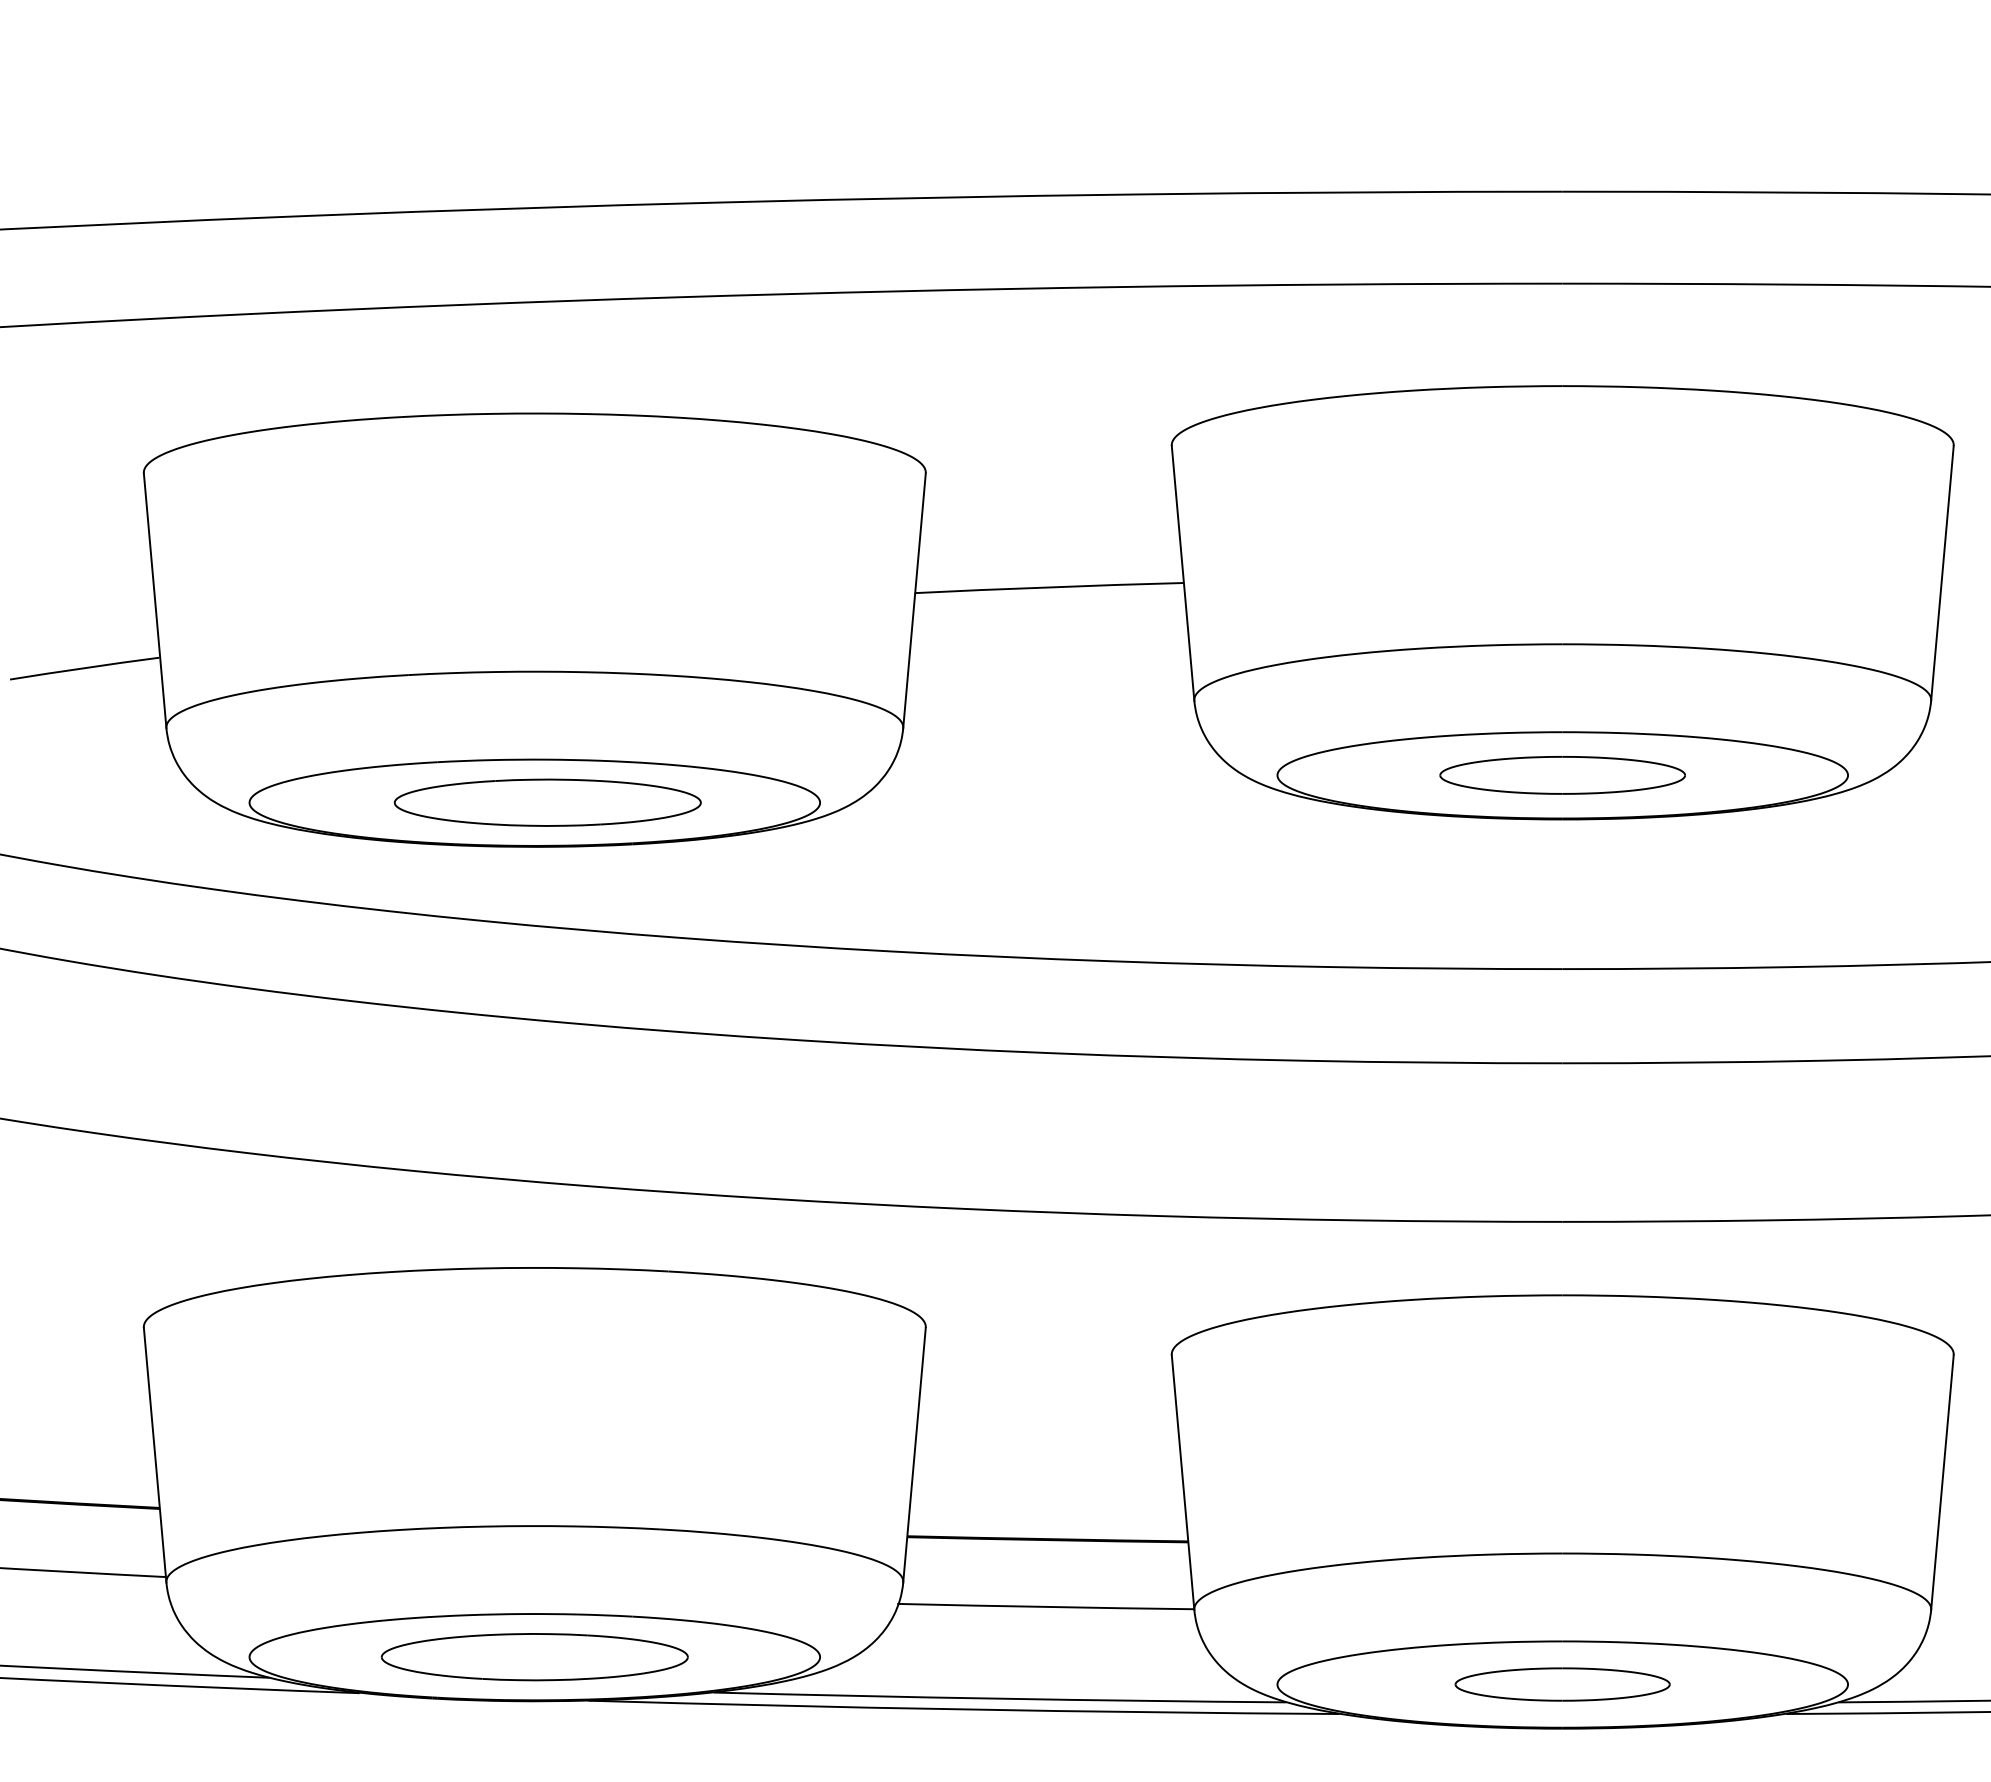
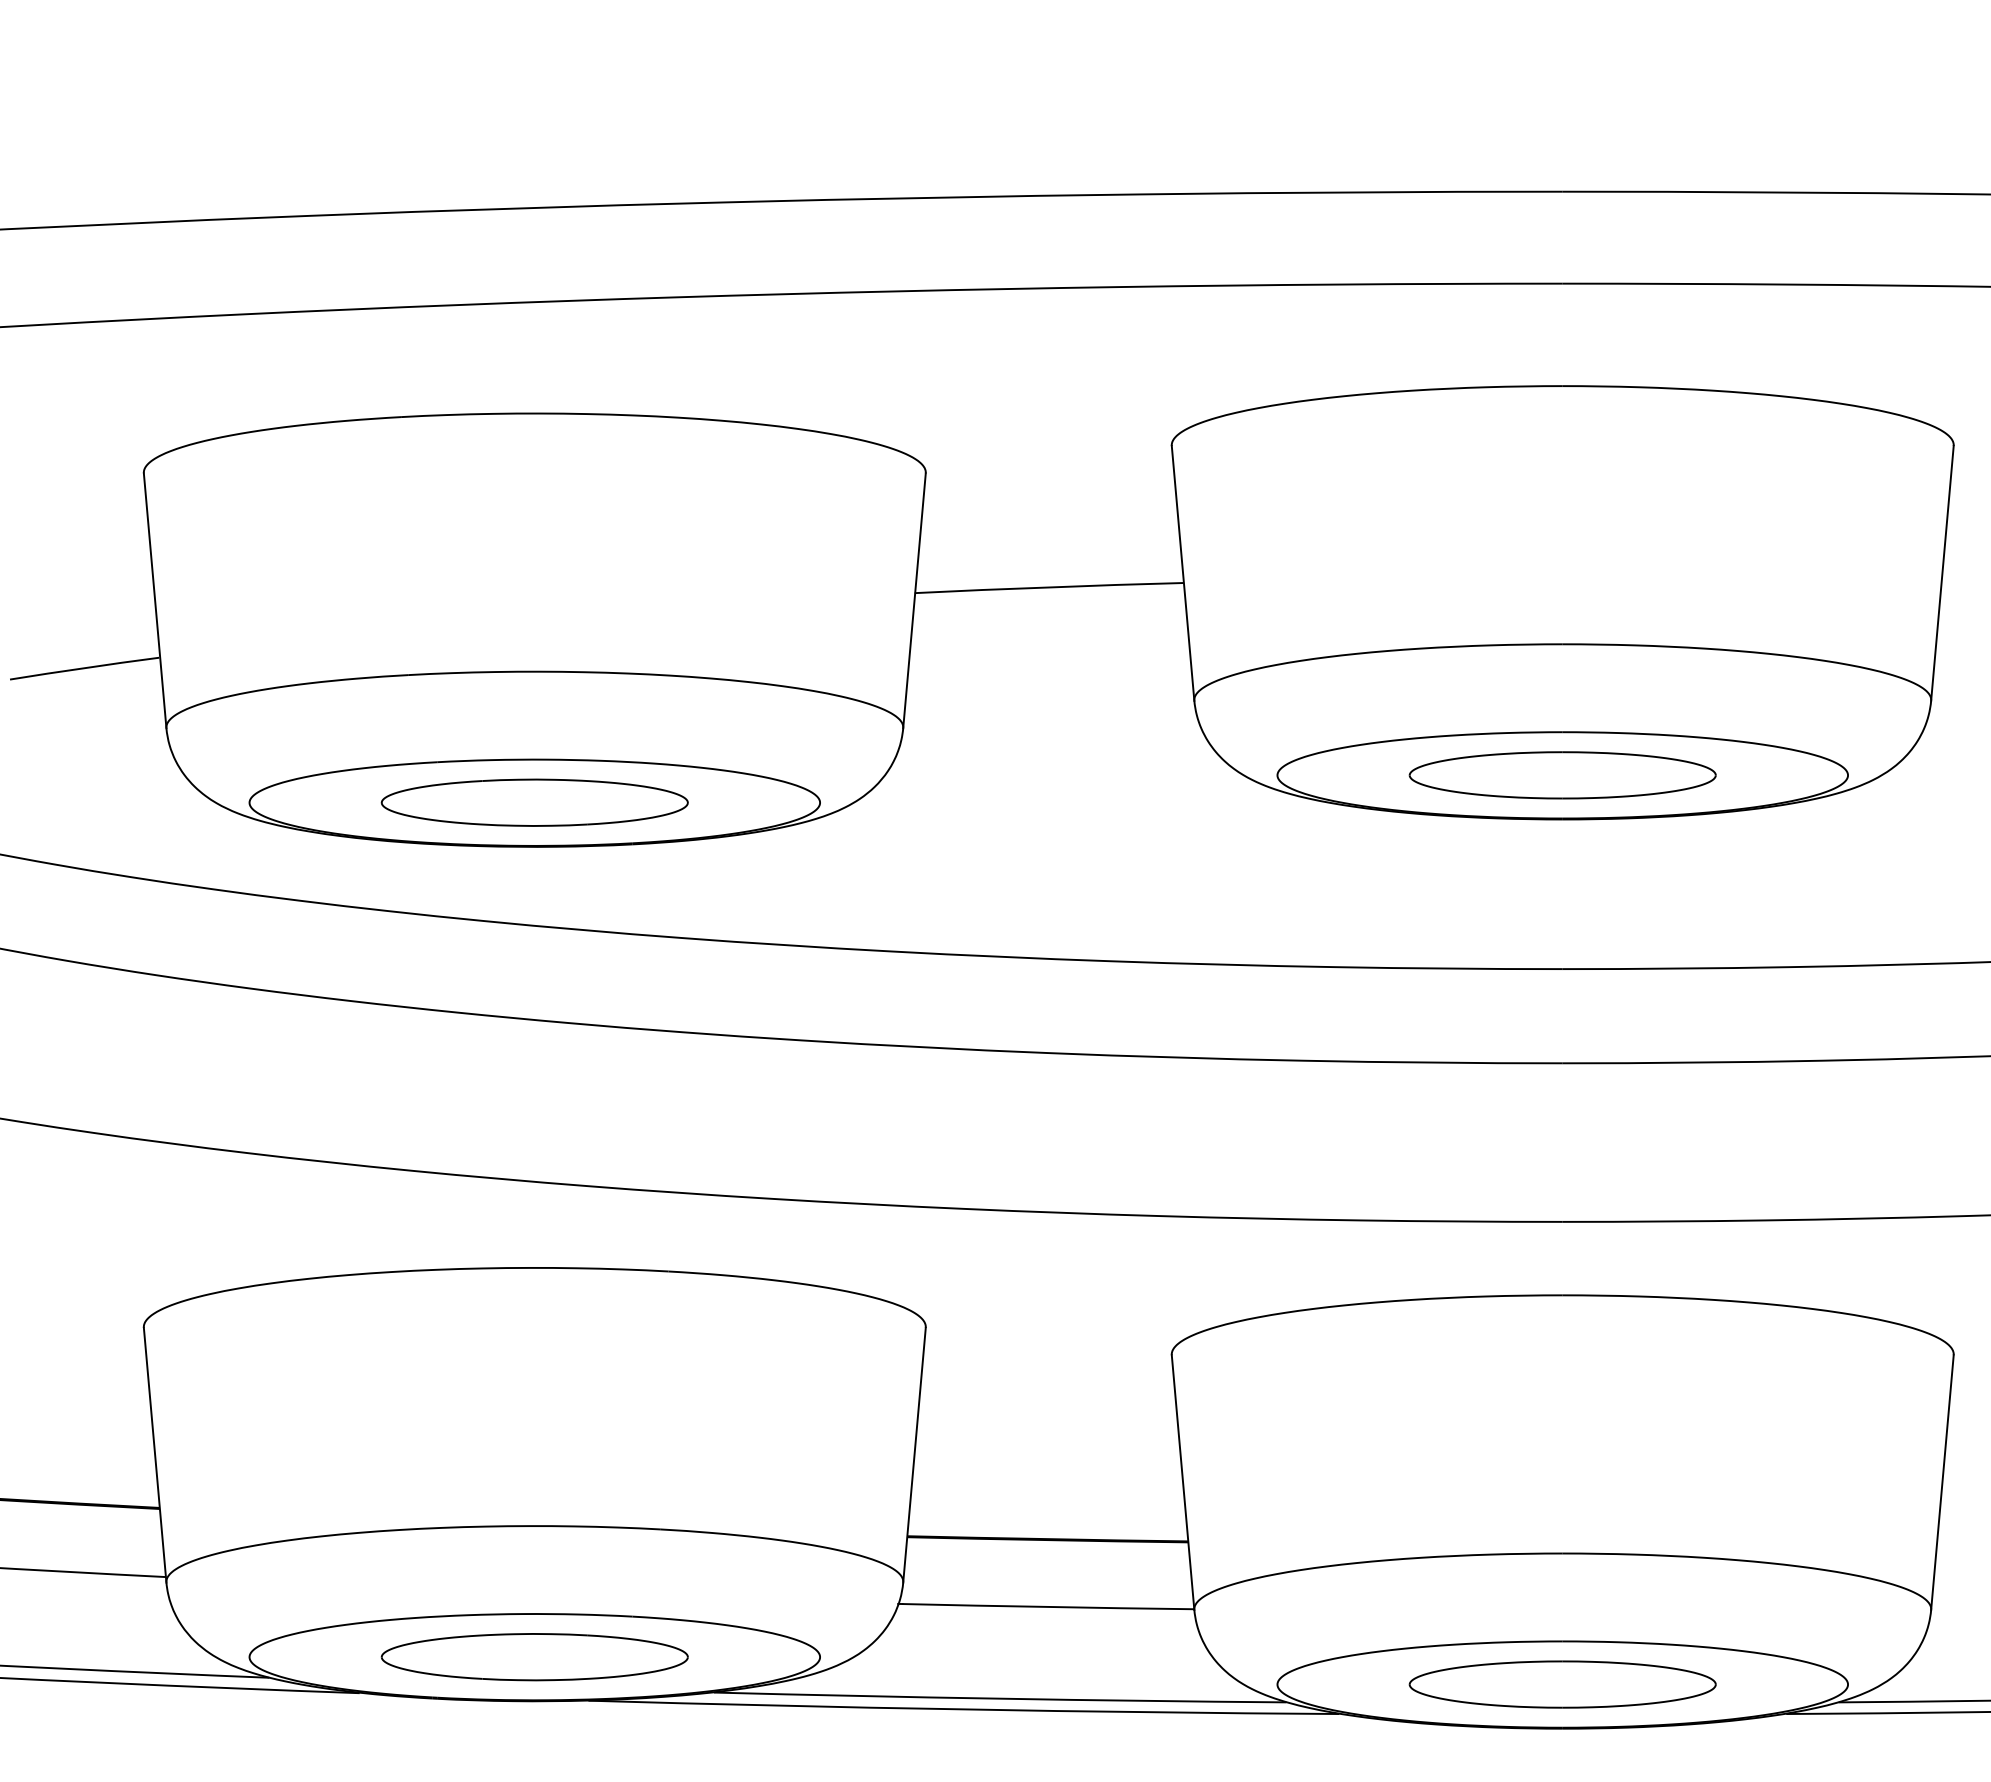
part at (1562, 775) size: 247x39 px -> 309x49 px
part at (547, 802) position: (547, 802) -> (534, 802)
part at (1562, 1684) size: 217x35 px -> 309x49 px
